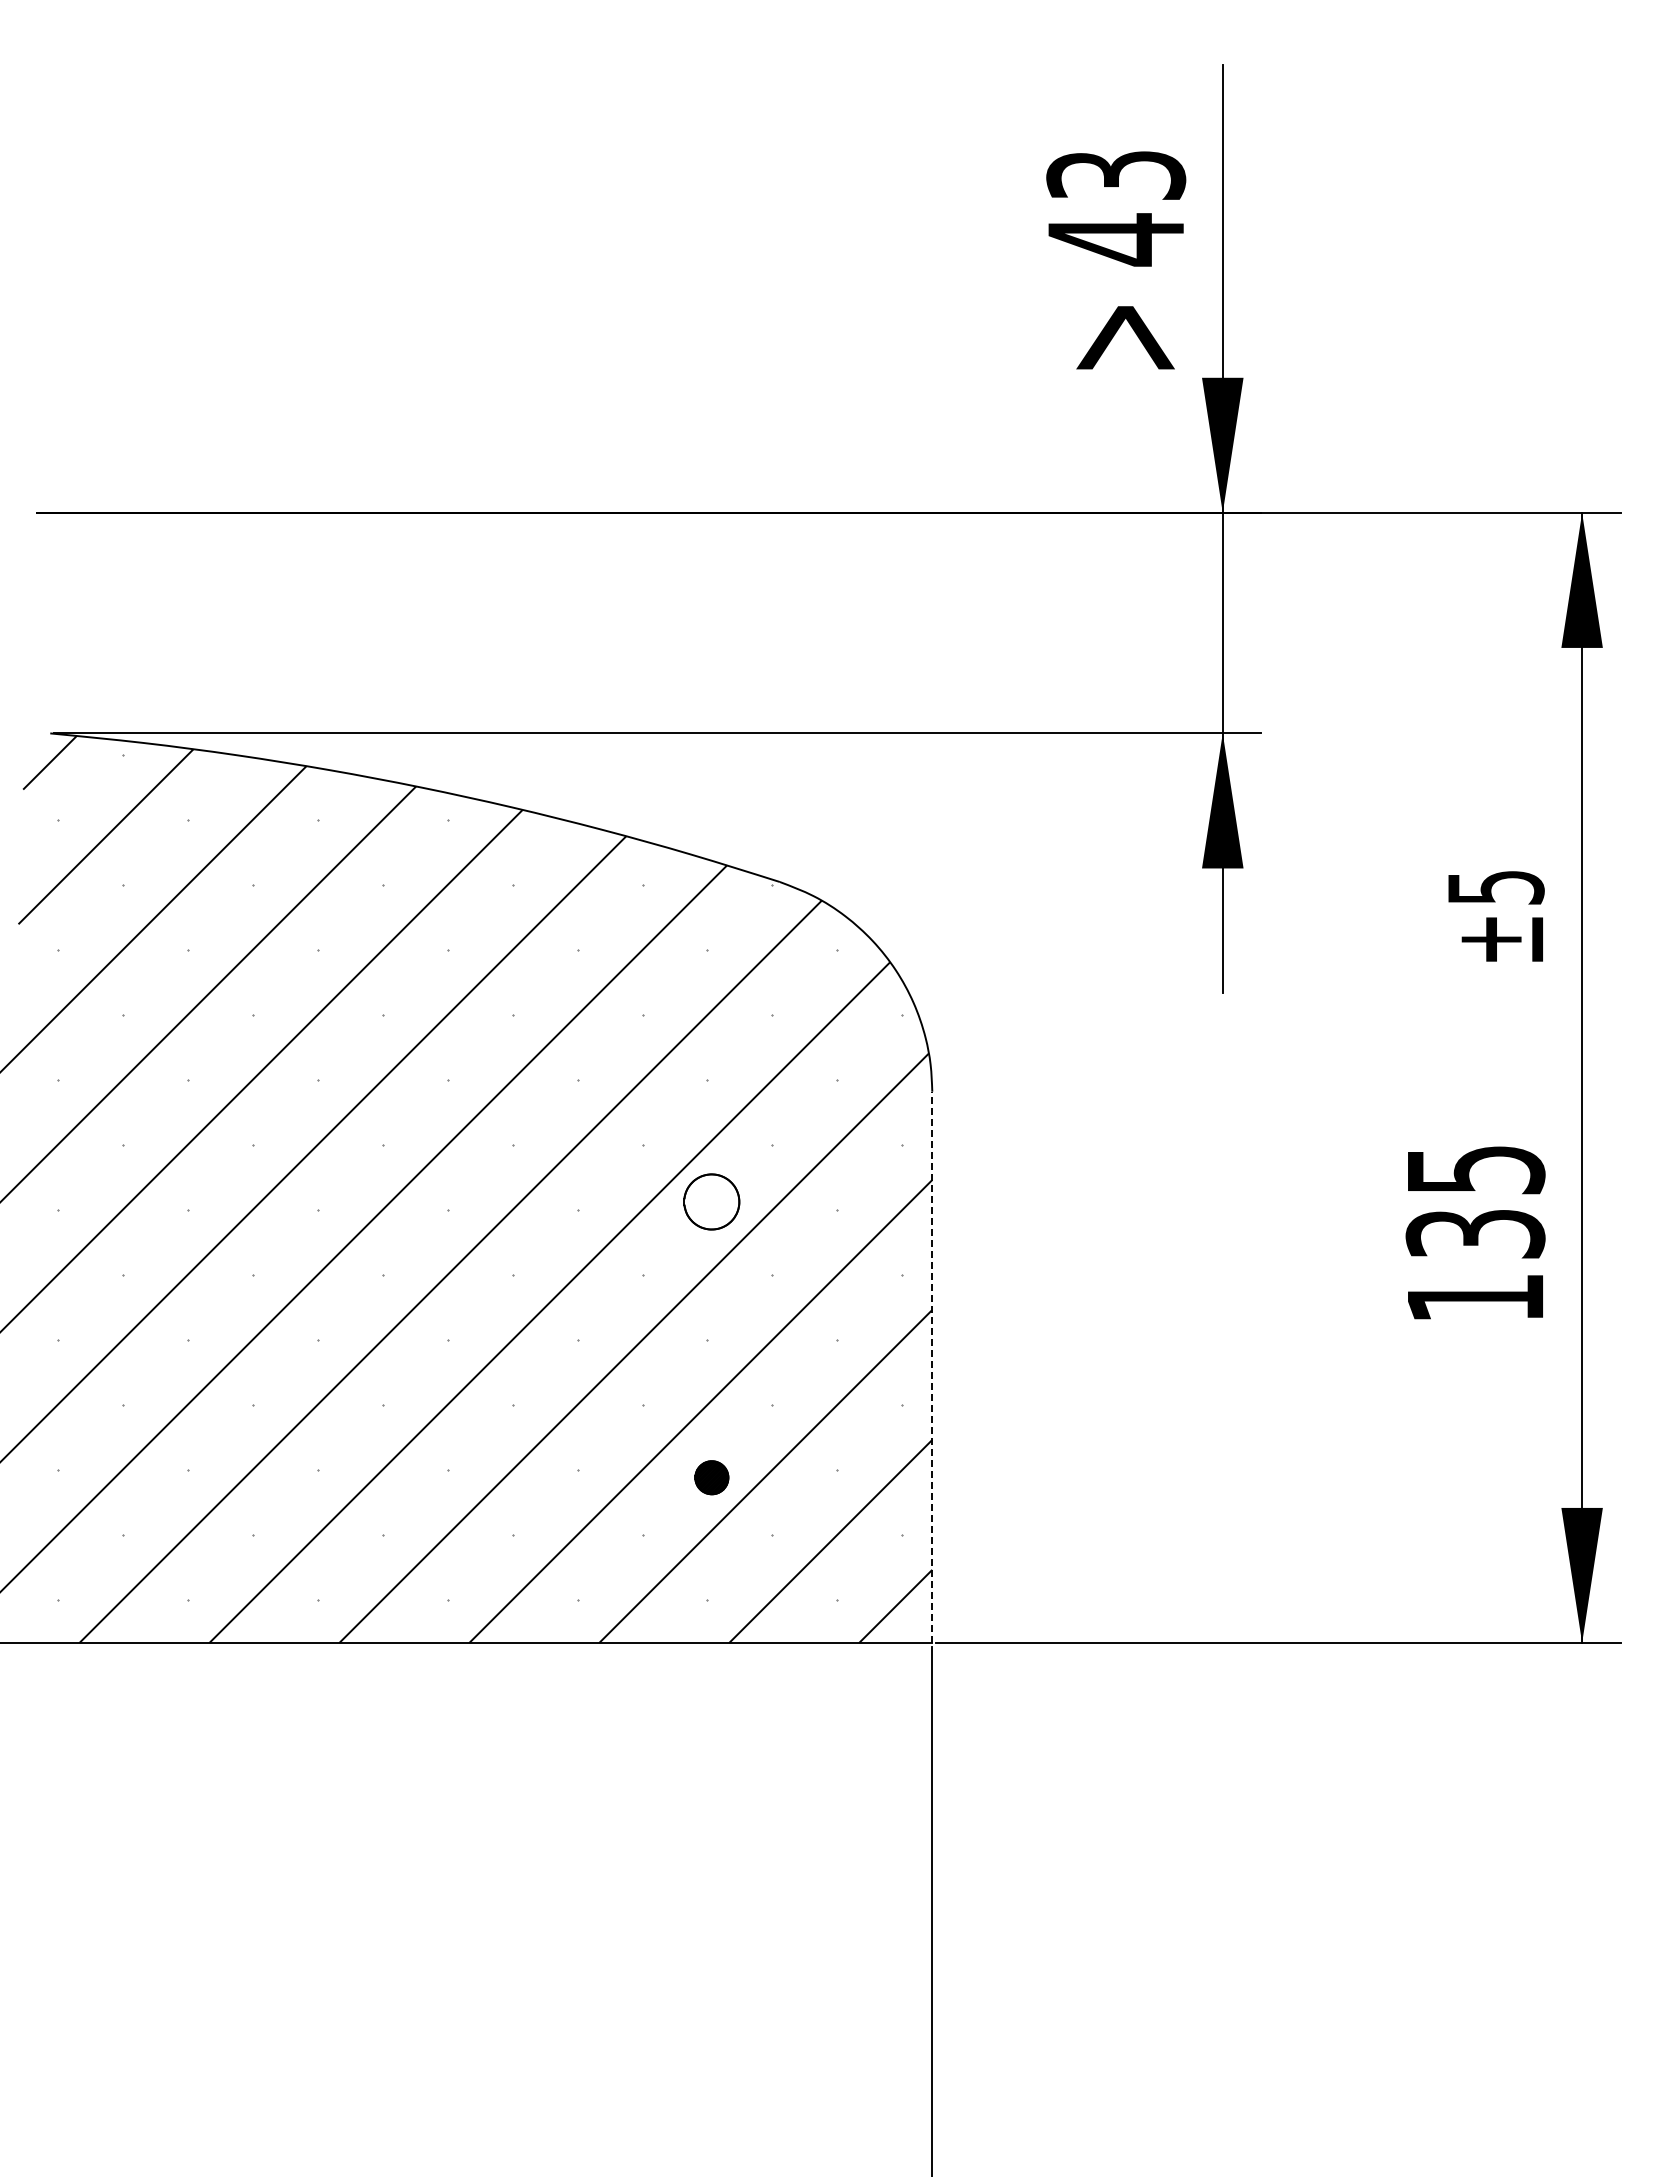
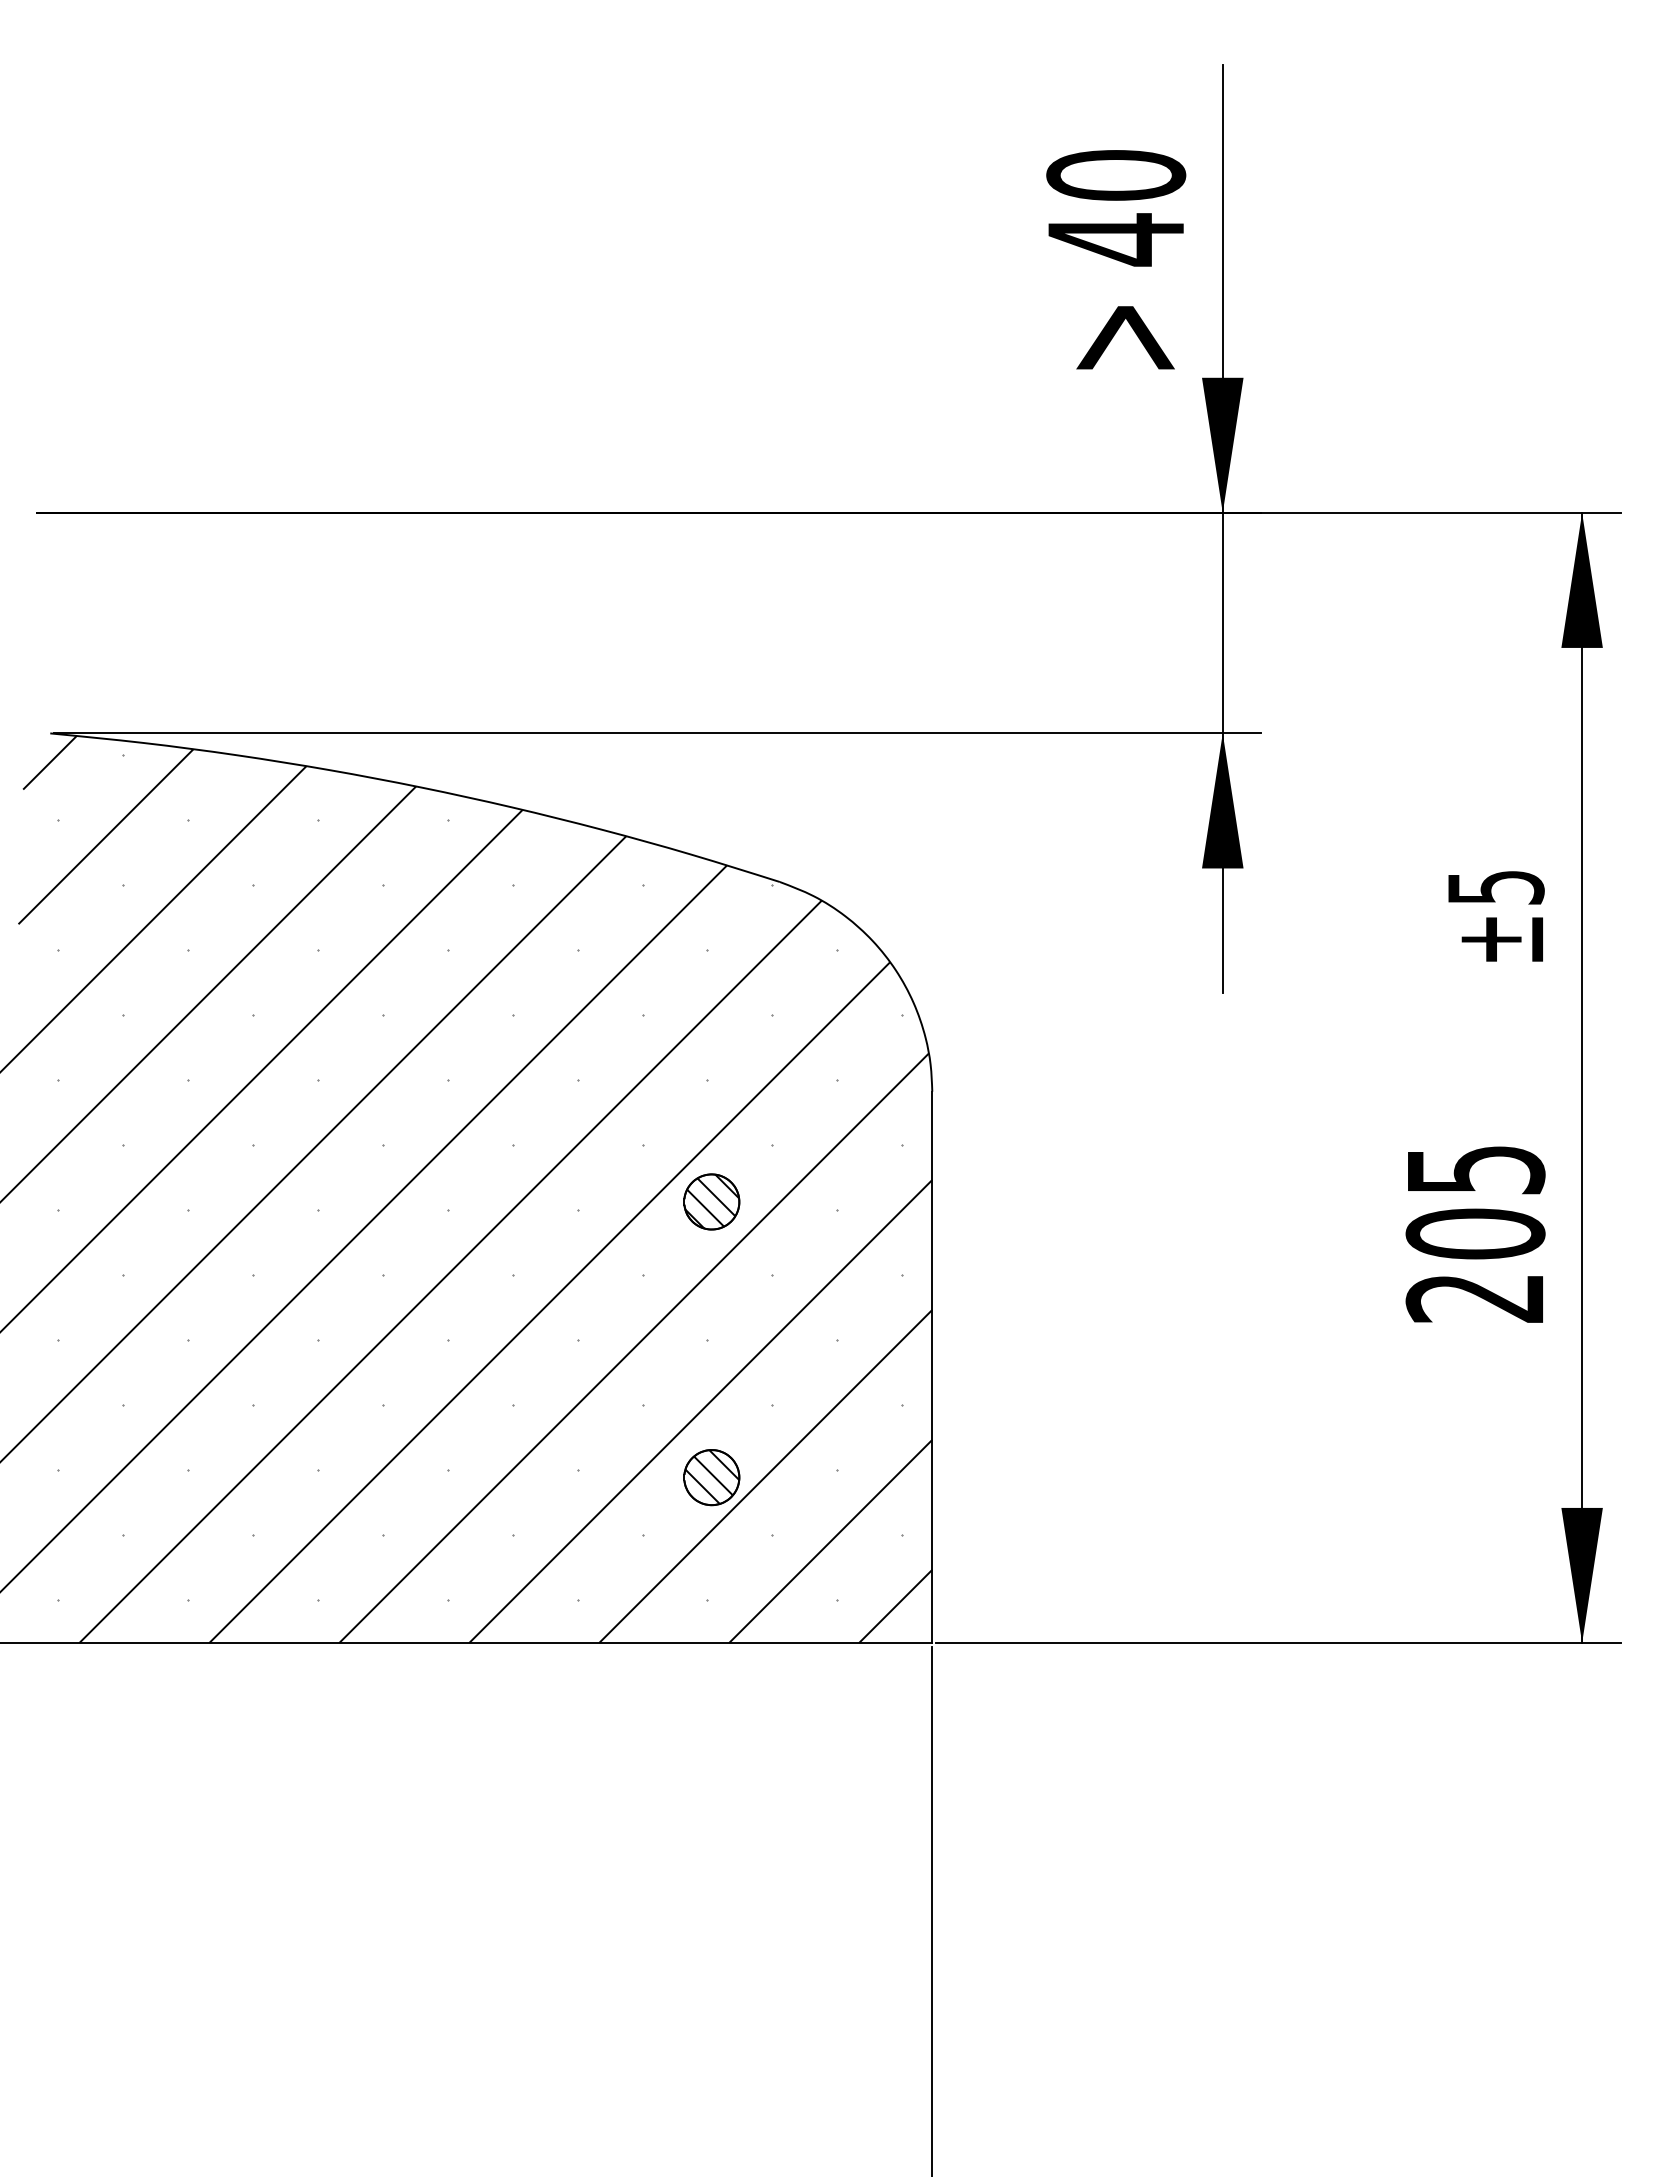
text at (1116, 175): 43 -> 40
hatch at (712, 1201): none -> present
text at (1475, 1265): 135 -> 205
line at (932, 1367): dashed -> solid
part at (711, 1477) size: 36x36 px -> 58x58 px
